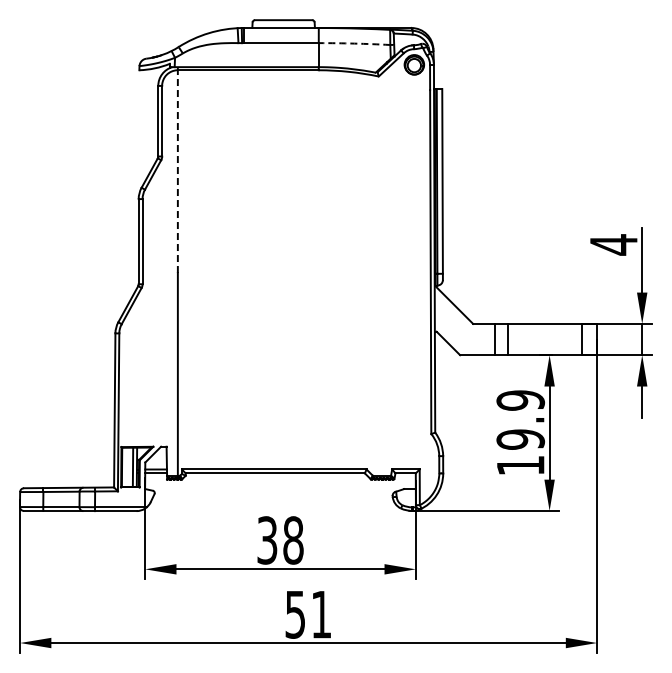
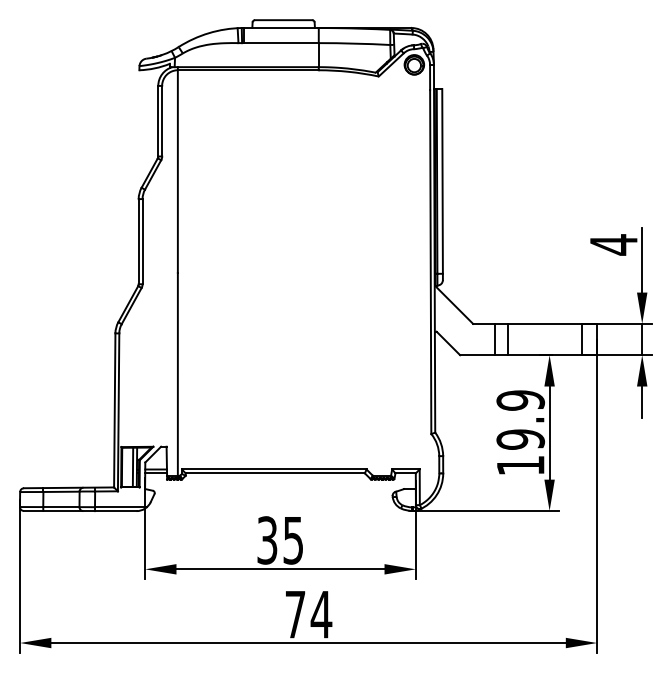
arc at (354, 43): dashed -> solid
line at (177, 170): dashed -> solid
text at (293, 540): 38 -> 35
text at (308, 614): 51 -> 74
